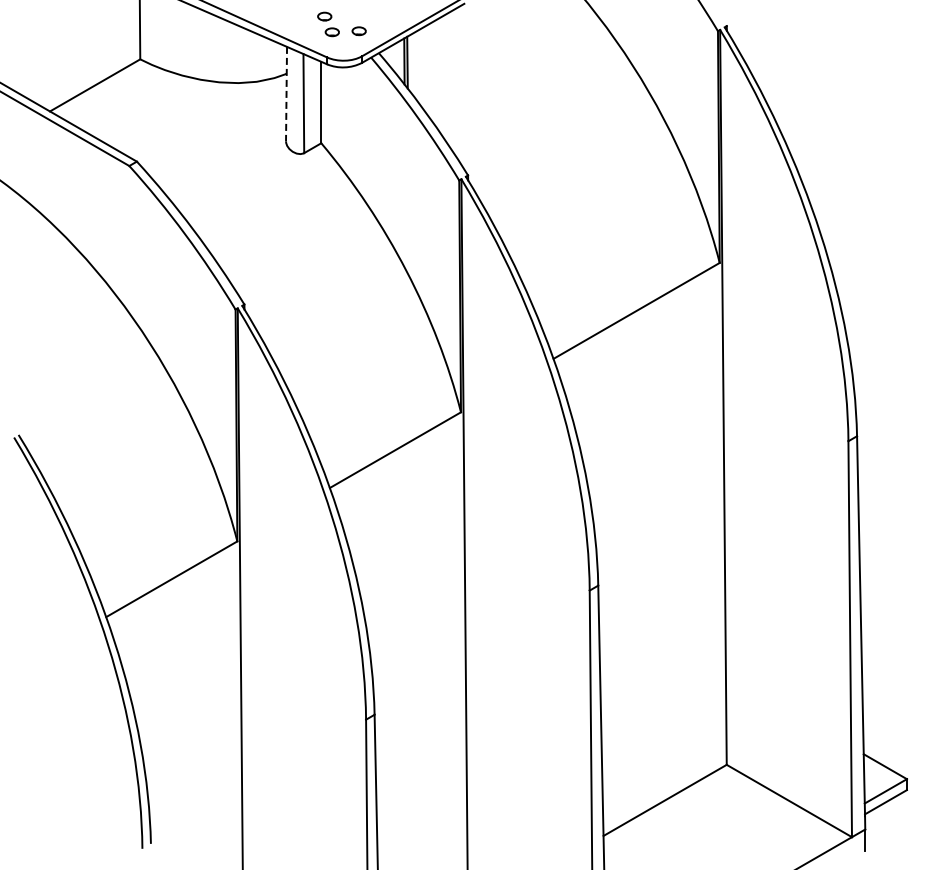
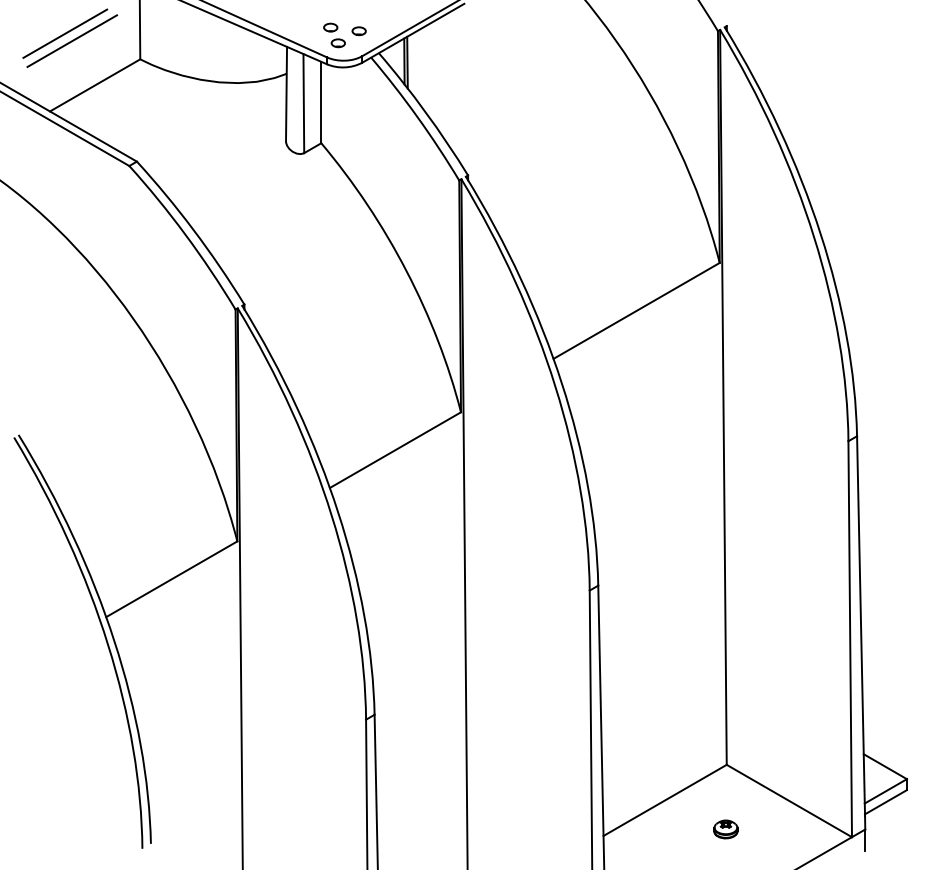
part at (328, 24) position: (328, 24) -> (334, 35)
line at (65, 33): none -> present
line at (72, 40): none -> present
line at (286, 94): dashed -> solid
part at (725, 829): none -> present
